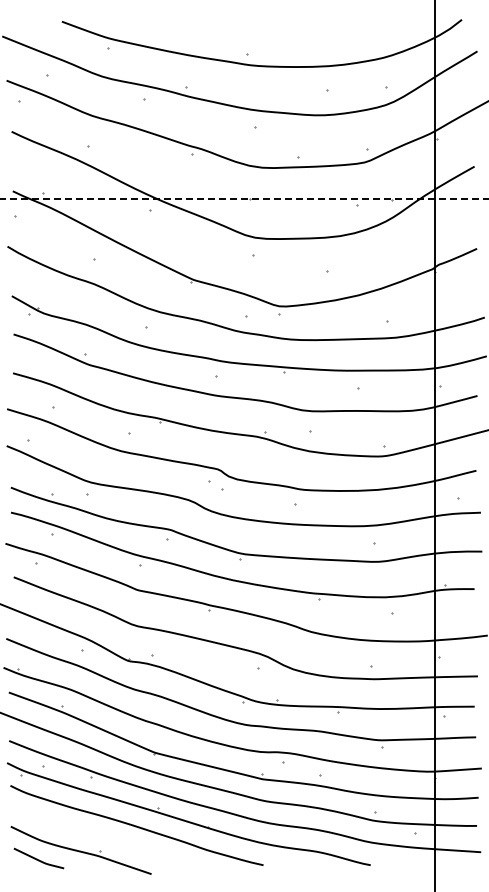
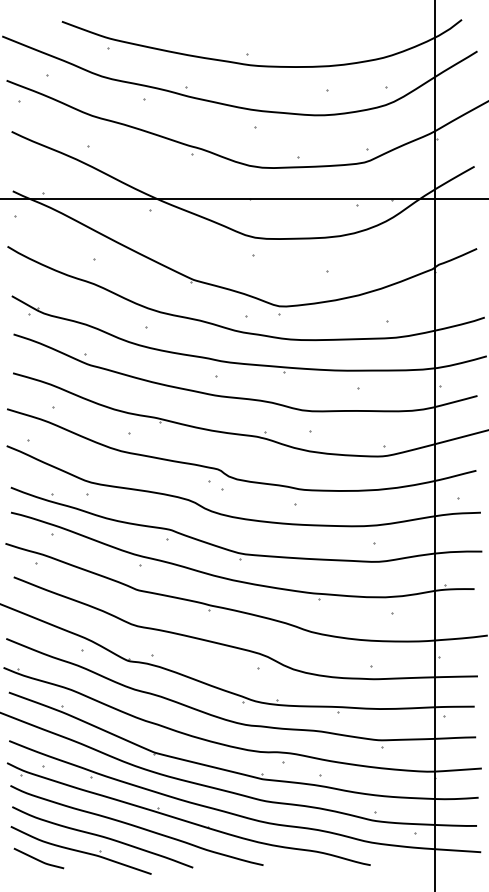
line at (243, 199): dashed -> solid
curve at (102, 837): none -> present
